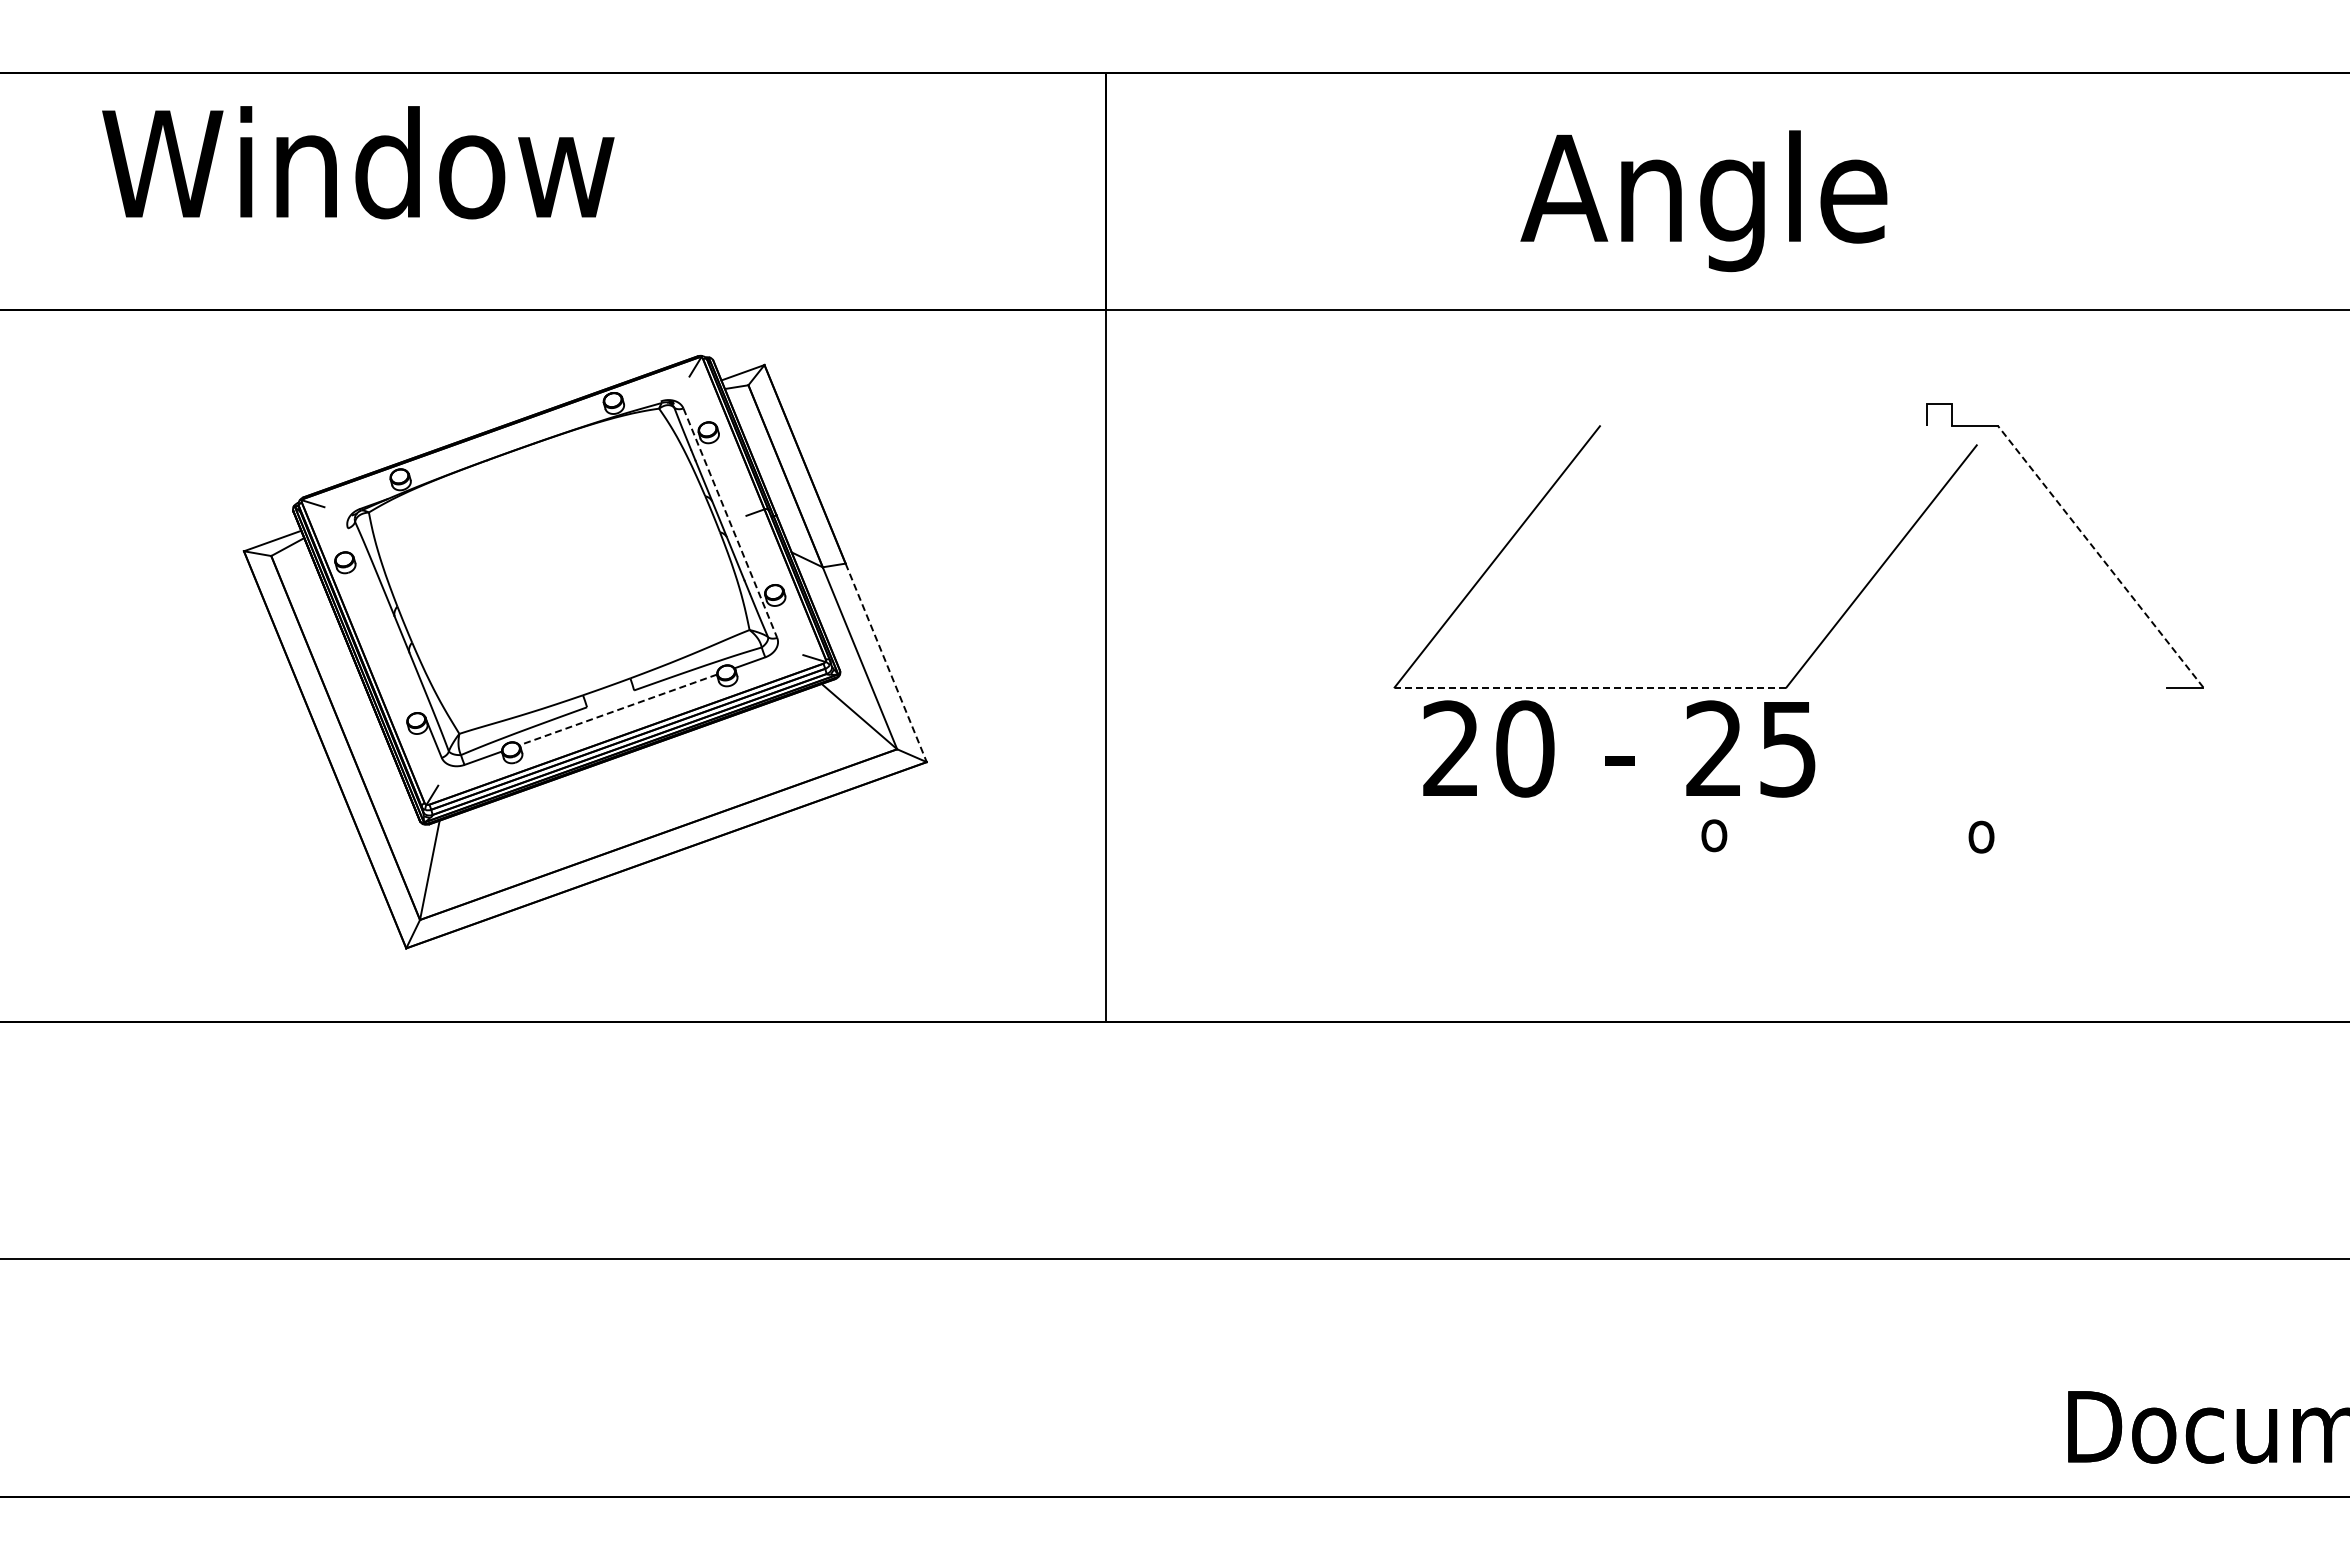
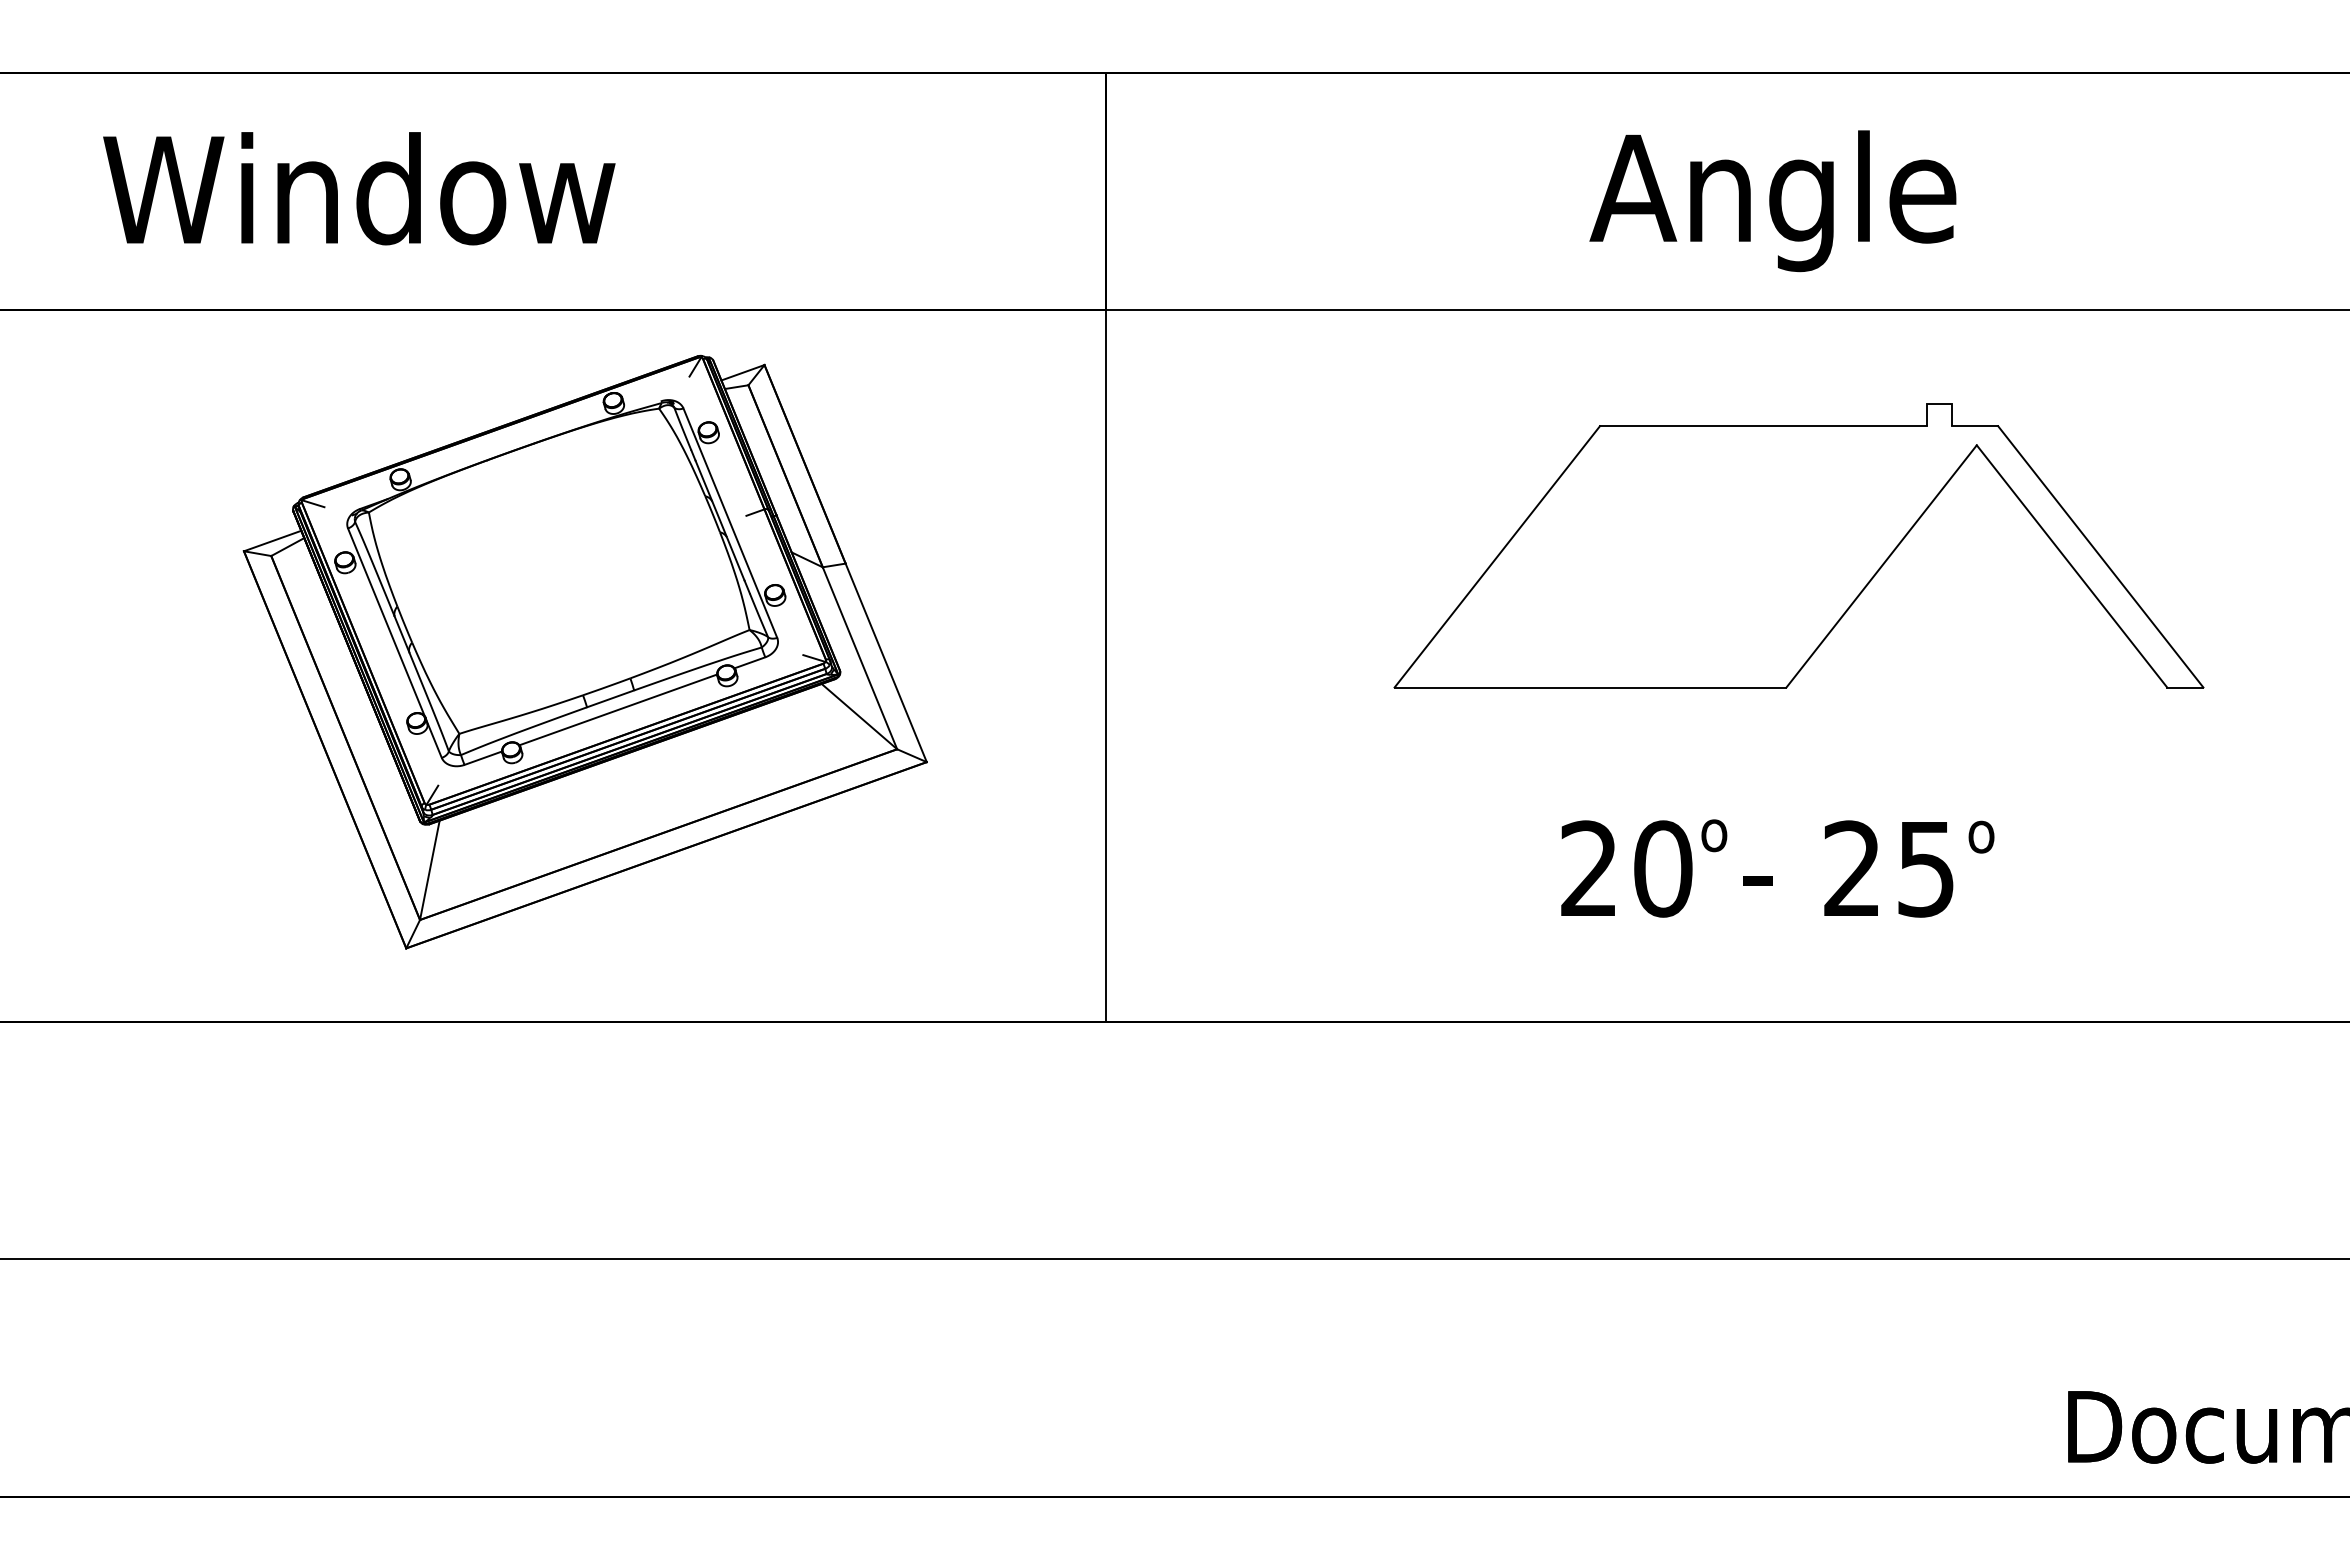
text at (358, 162) position: (358, 162) -> (359, 188)
text at (1703, 201) position: (1703, 201) -> (1772, 201)
line at (1763, 426): none -> present
line at (730, 523): dashed -> solid
line at (2100, 556): dashed -> solid
line at (2071, 566): none -> present
line at (386, 622): none -> present
line at (886, 663): dashed -> solid
line at (1590, 687): dashed -> solid
line at (610, 698): none -> present
line at (618, 709): dashed -> solid
text at (1619, 748) position: (1619, 748) -> (1757, 868)
